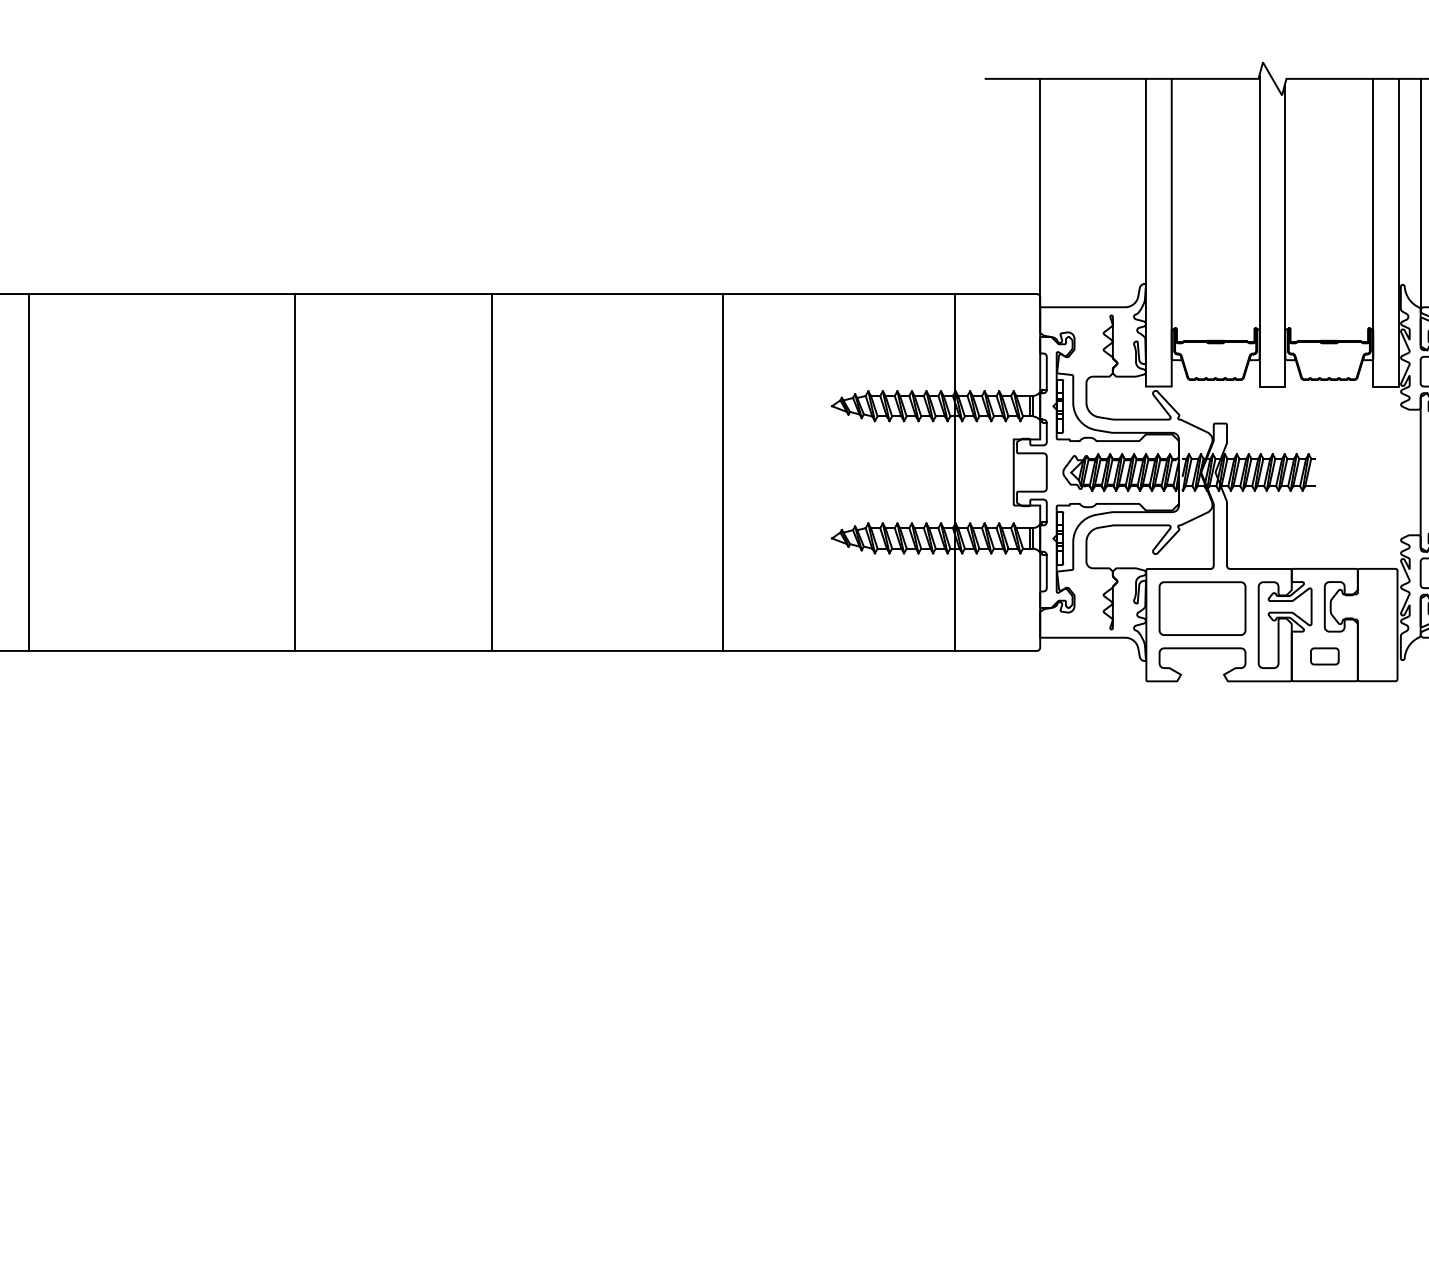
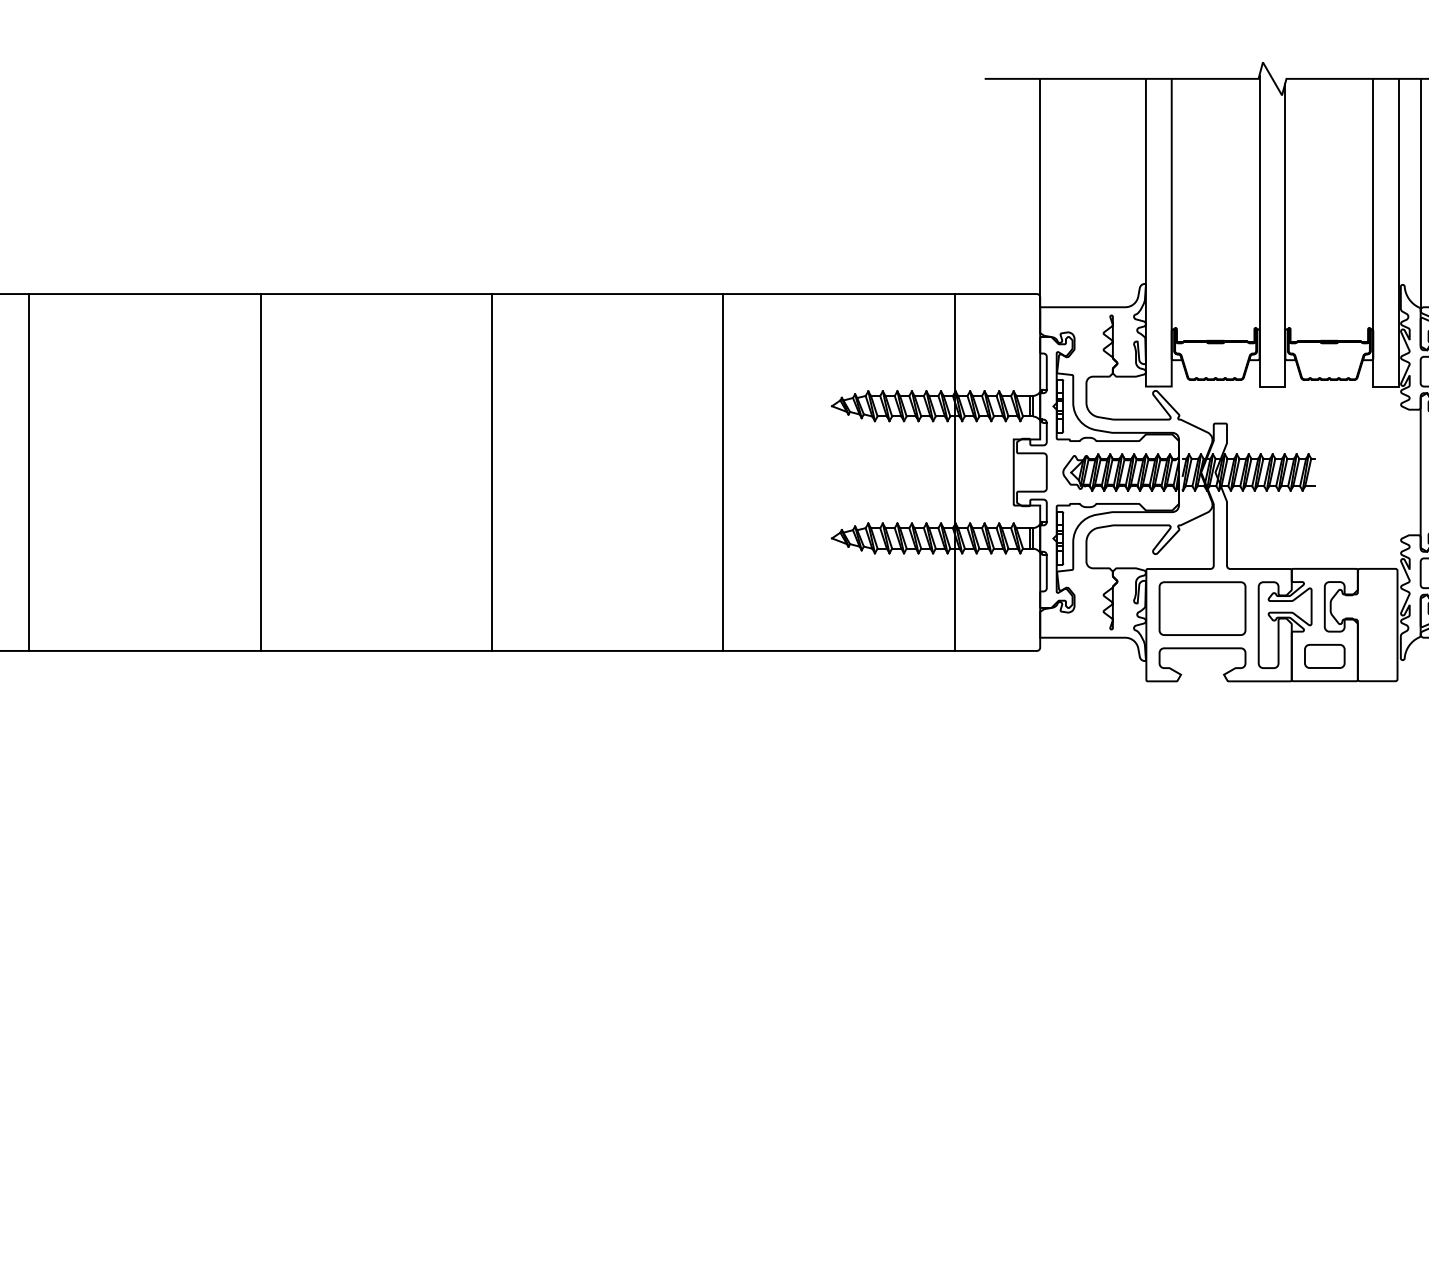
line at (294, 472) position: (294, 472) -> (260, 472)
part at (1324, 656) size: 30x19 px -> 42x25 px
